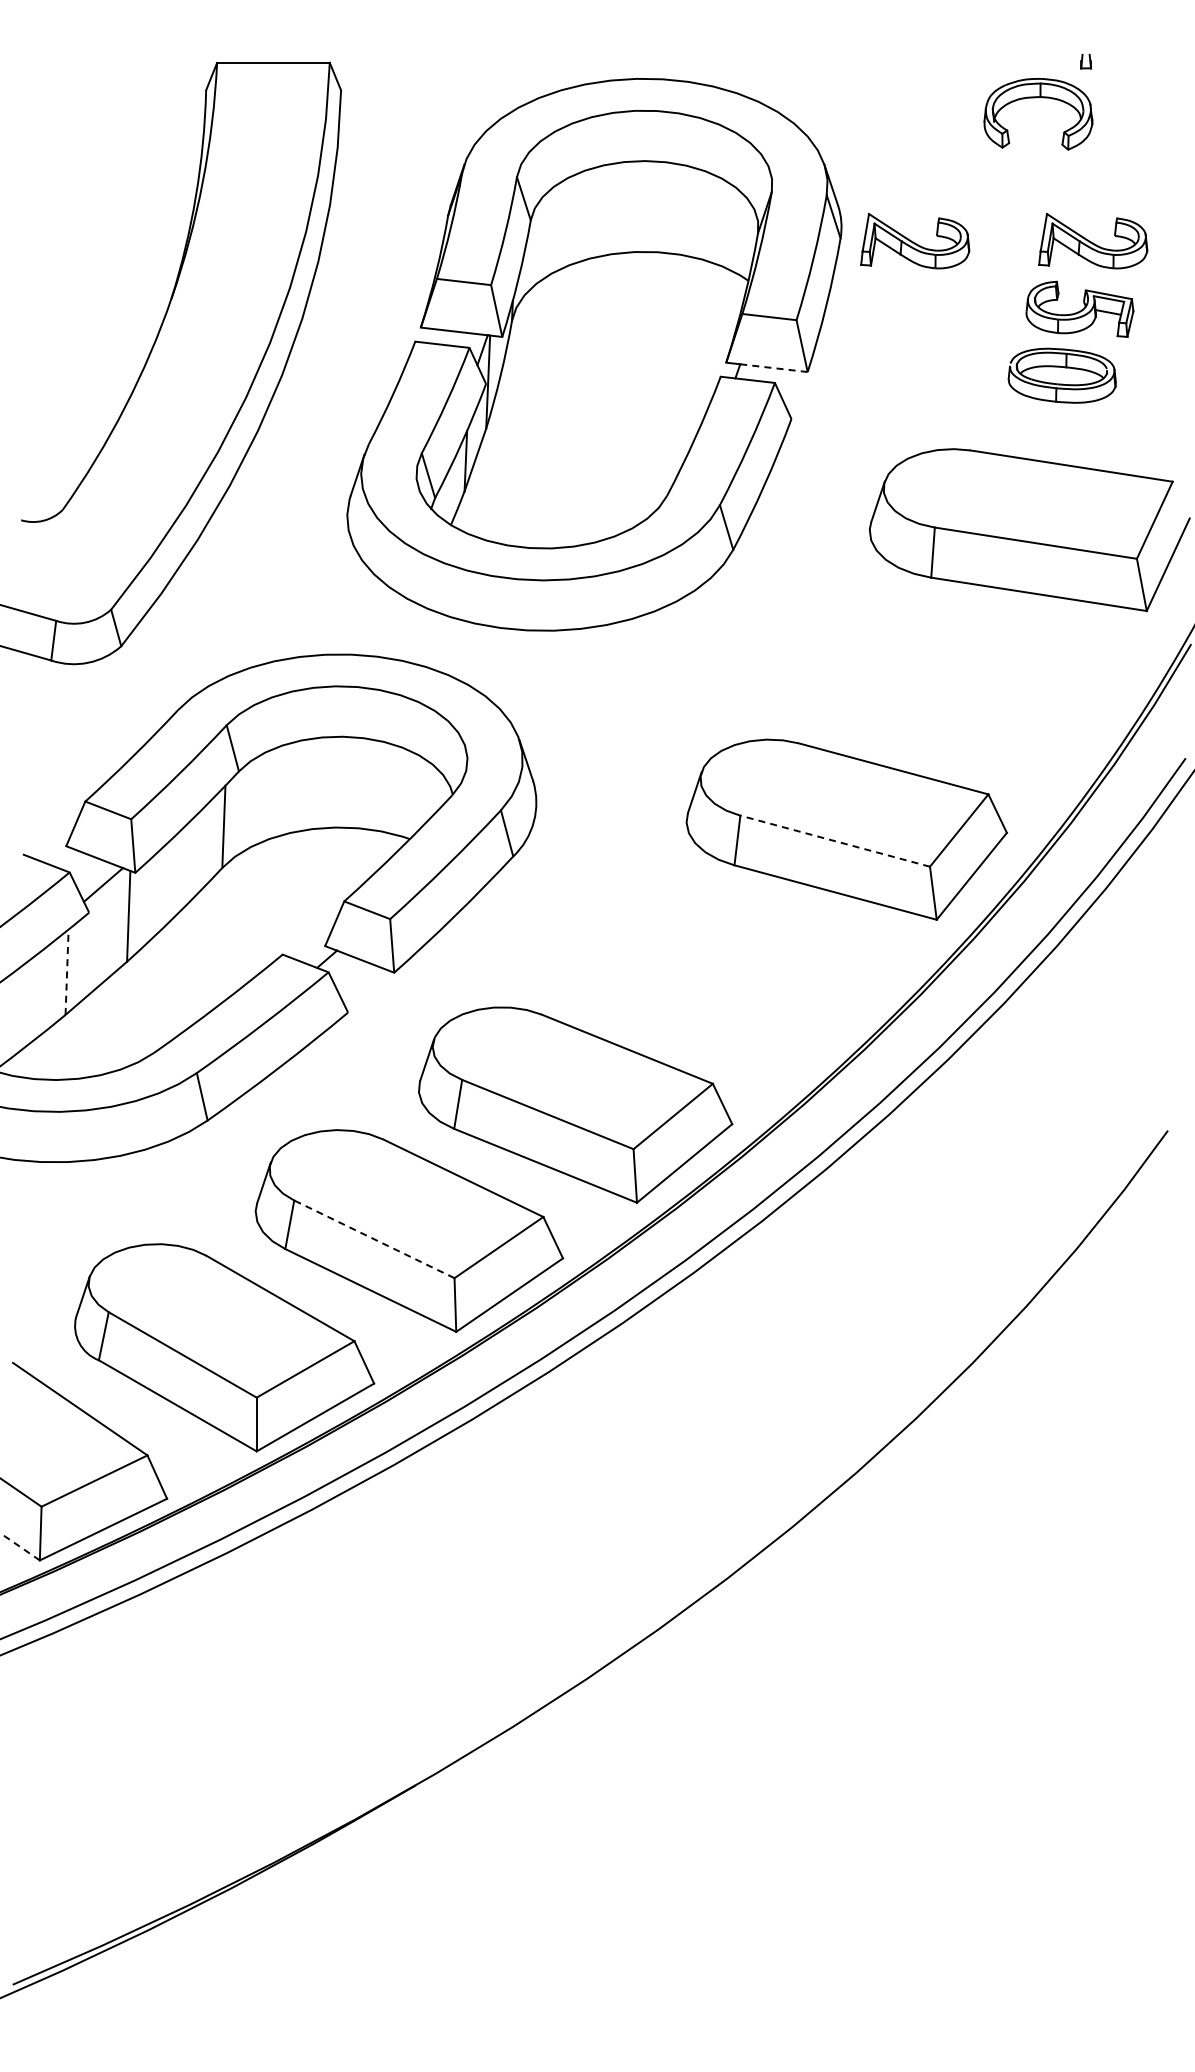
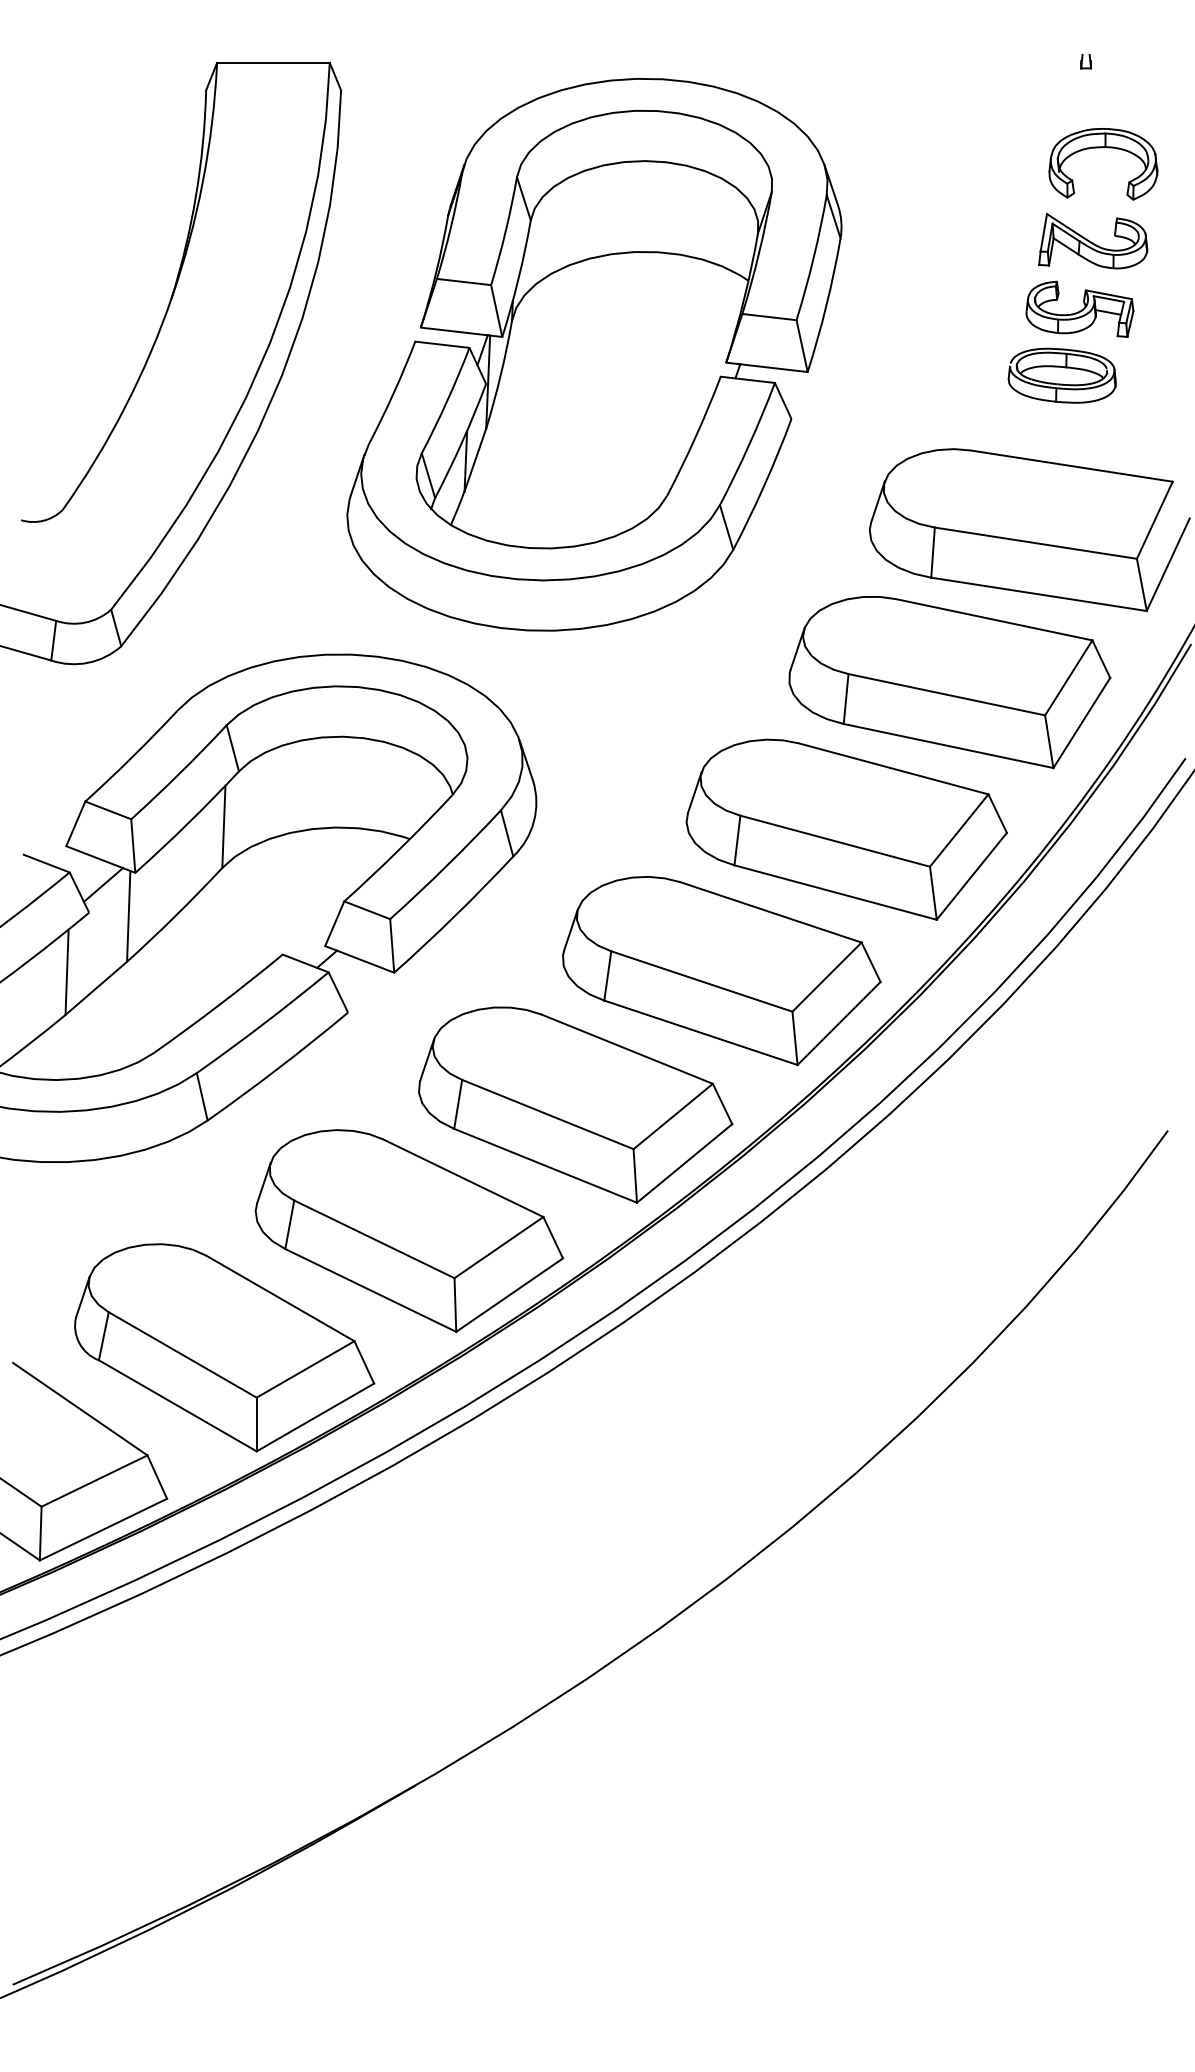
part at (1036, 98) position: (1036, 98) -> (1101, 148)
part at (915, 241): present -> none
line at (773, 368): dashed -> solid
part at (949, 682): none -> present
line at (834, 841): dashed -> solid
part at (721, 971): none -> present
line at (67, 972): dashed -> solid
line at (373, 1239): dashed -> solid
line at (20, 1546): dashed -> solid
